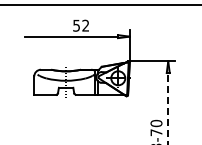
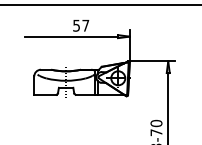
text at (85, 25): 52 -> 57
line at (168, 108): dashed -> solid
